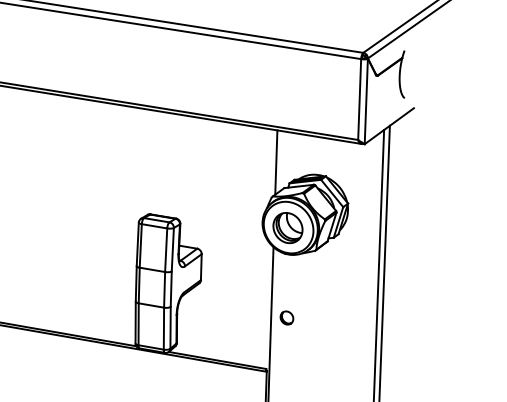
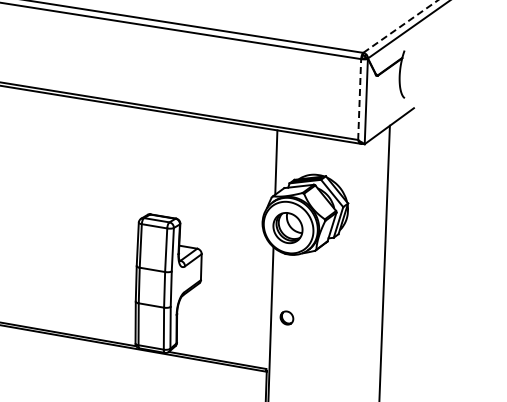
line at (400, 26): solid -> dashed
line at (359, 99): solid -> dashed
line at (378, 264): present -> none
